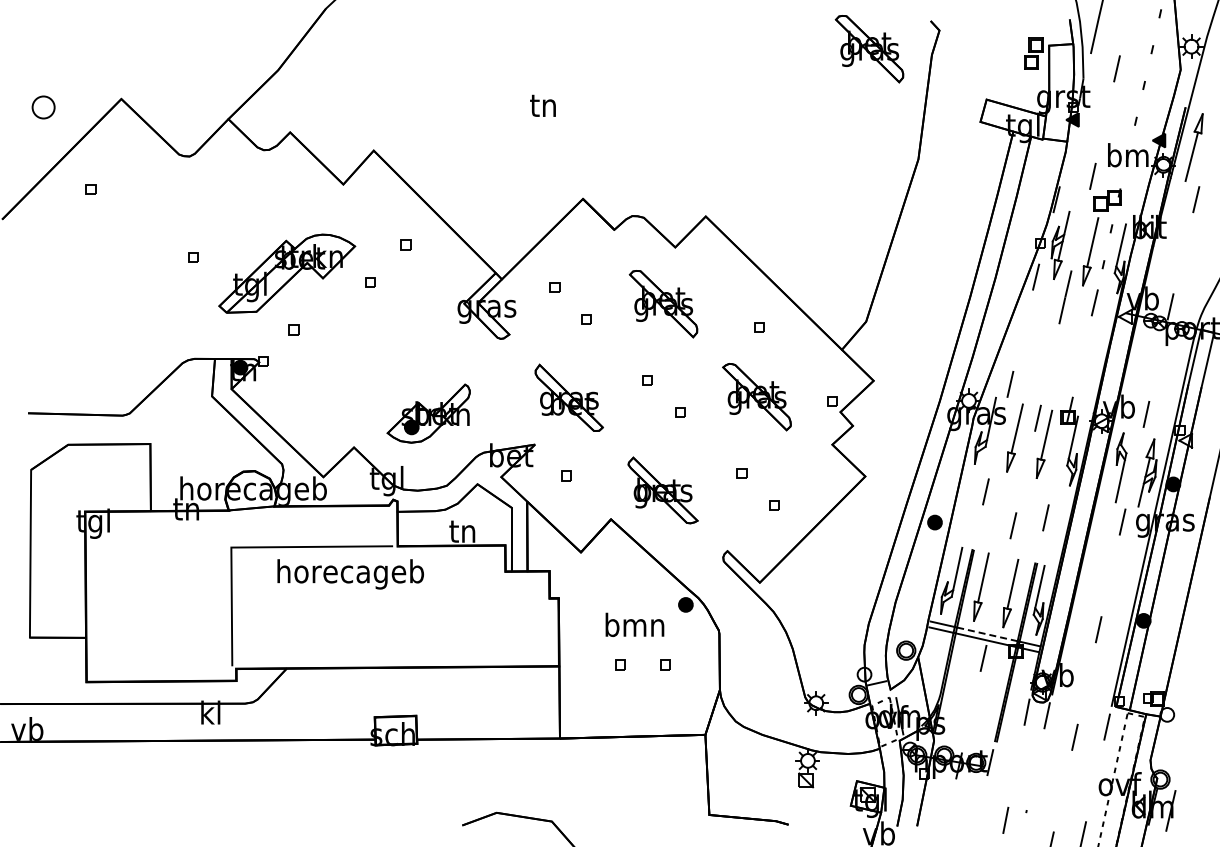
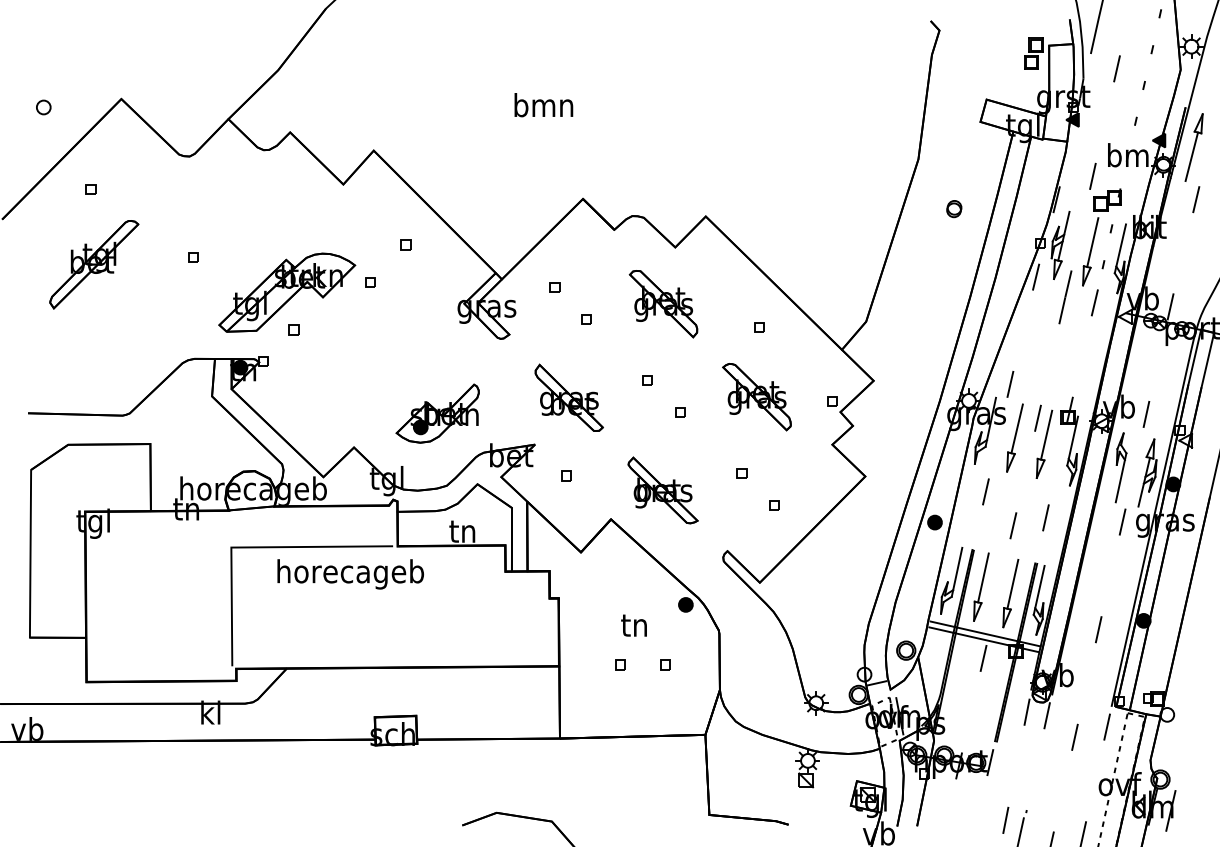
part at (869, 49): present -> none
text at (543, 105): tn -> bmn
part at (43, 107) size: 25x25 px -> 16x17 px
part at (954, 209): none -> present
part at (94, 264): none -> present
part at (287, 273) position: (287, 273) -> (287, 292)
part at (428, 413) position: (428, 413) -> (437, 413)
text at (634, 624): bmn -> tn
line at (986, 634): dashed -> solid
line at (1020, 830): none -> present
